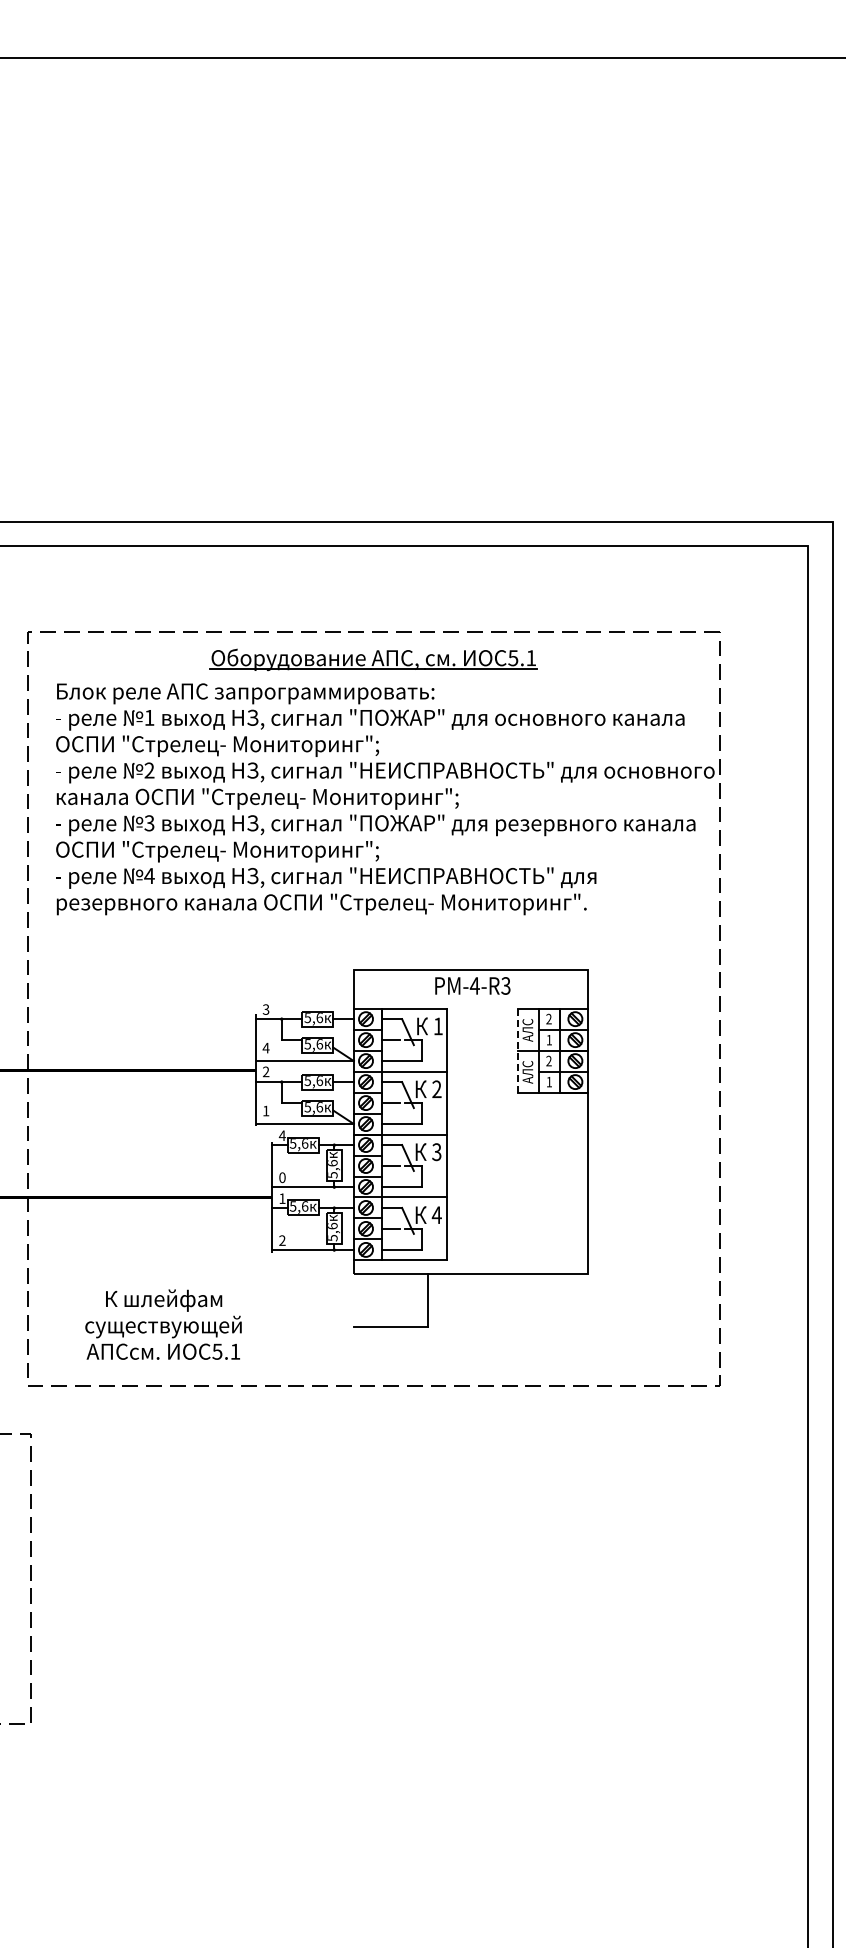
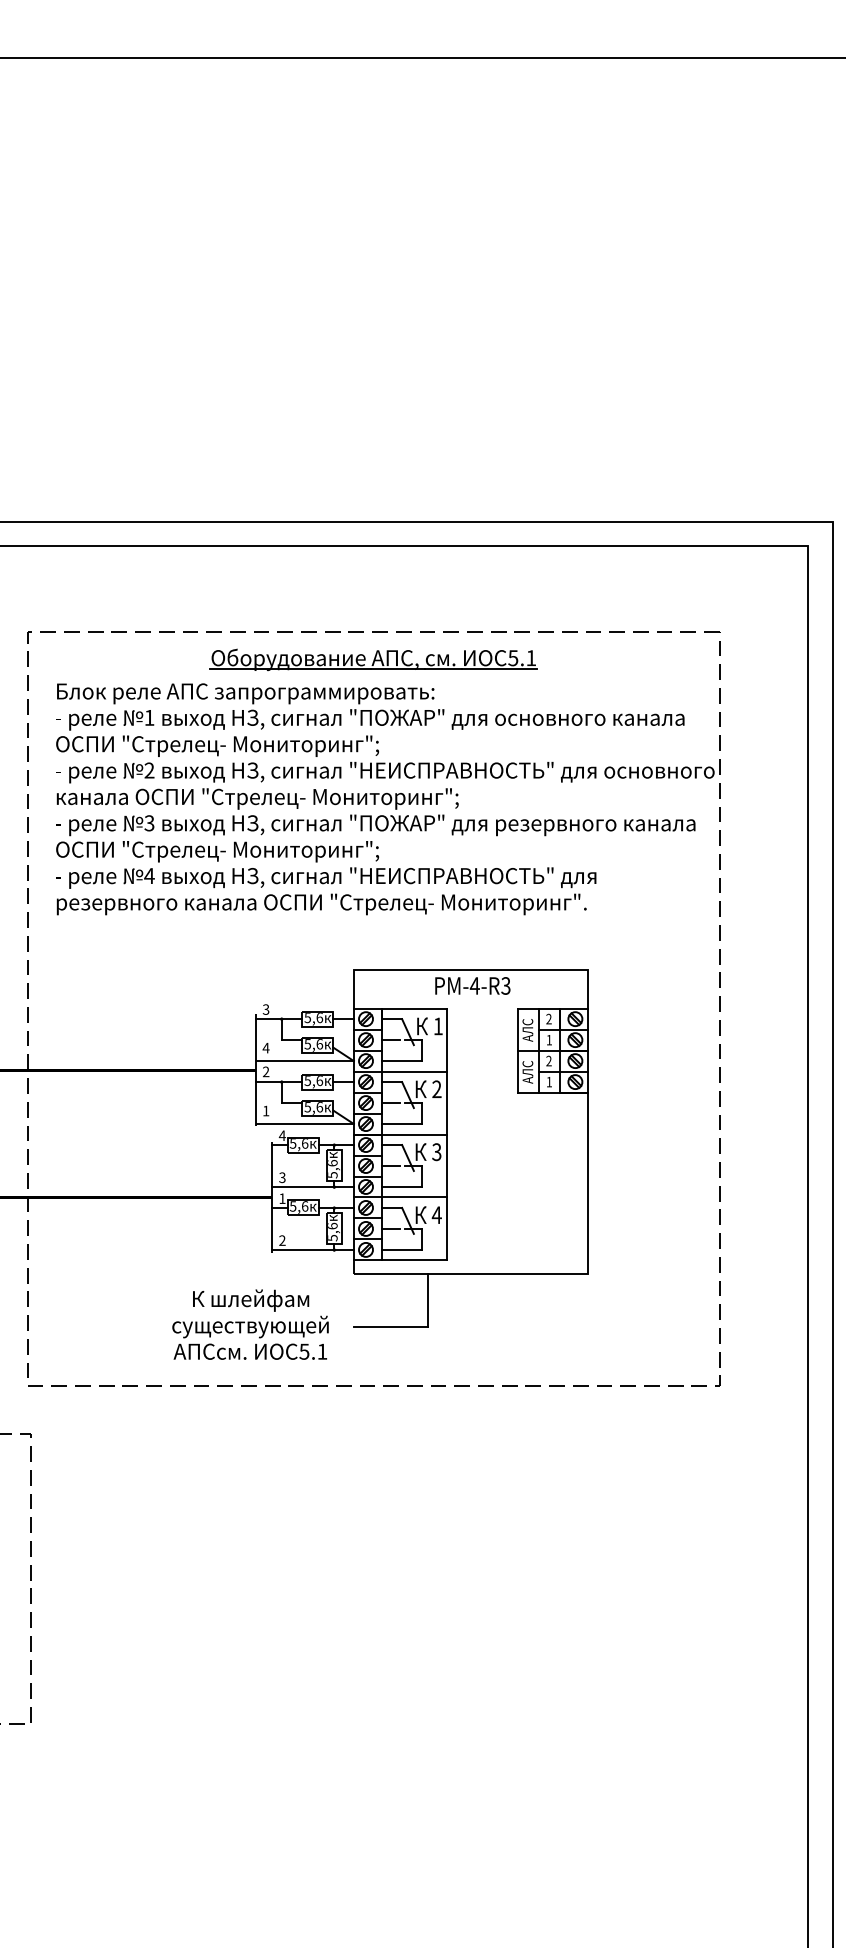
line at (517, 1050): dashed -> solid
text at (282, 1177): 0 -> 3
text at (163, 1324) position: (163, 1324) -> (250, 1324)
